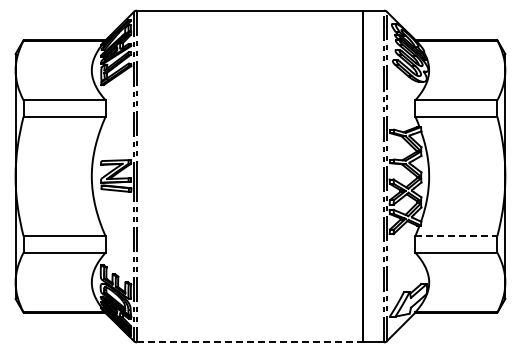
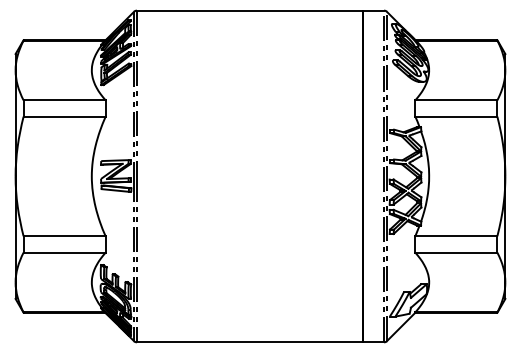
line at (456, 236): dashed -> solid
line at (250, 342): dashed -> solid
